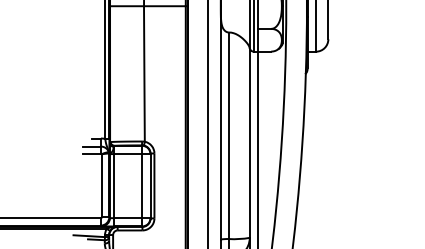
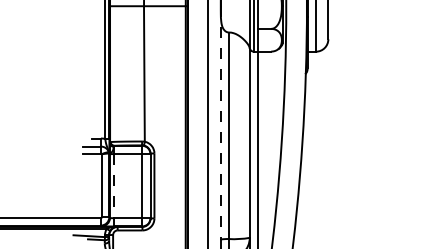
line at (220, 122): solid -> dashed
line at (114, 186): solid -> dashed
